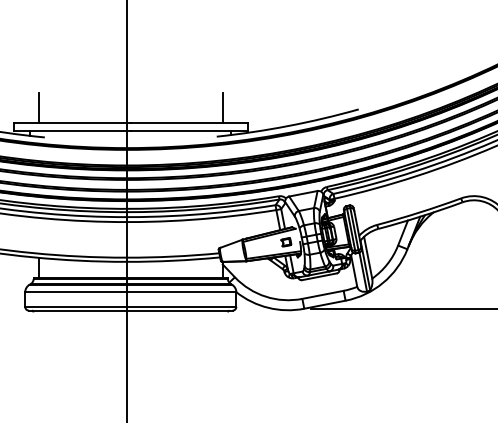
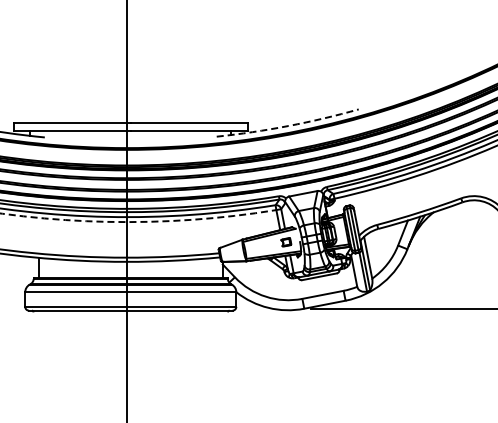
line at (38, 107): present -> none
line at (222, 107): present -> none
arc at (288, 126): solid -> dashed
arc at (138, 221): solid -> dashed
